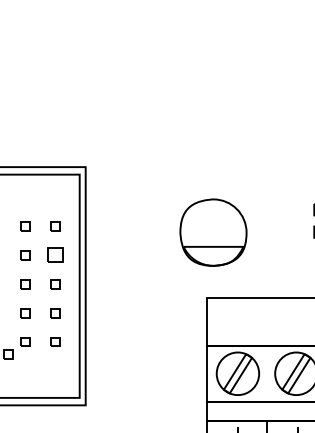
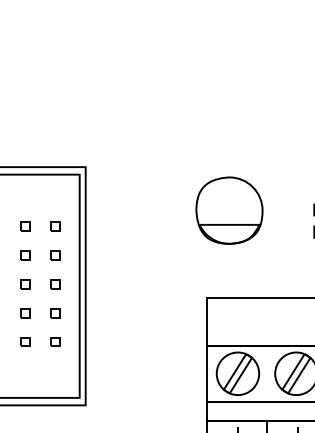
part at (213, 232) position: (213, 232) -> (229, 210)
part at (55, 254) size: 17x16 px -> 11x11 px
part at (8, 354): present -> none
